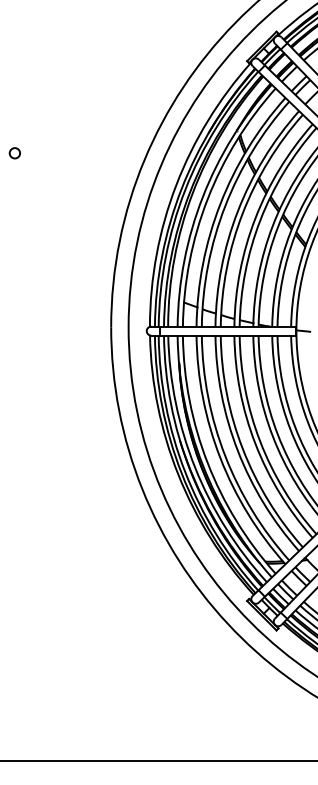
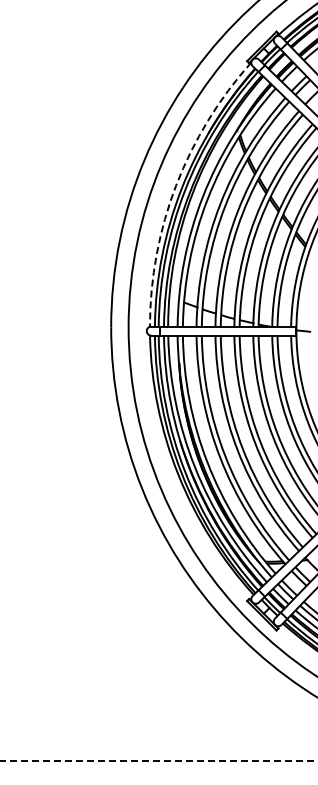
circle at (14, 153): present -> none
arc at (176, 185): solid -> dashed
line at (159, 761): solid -> dashed
